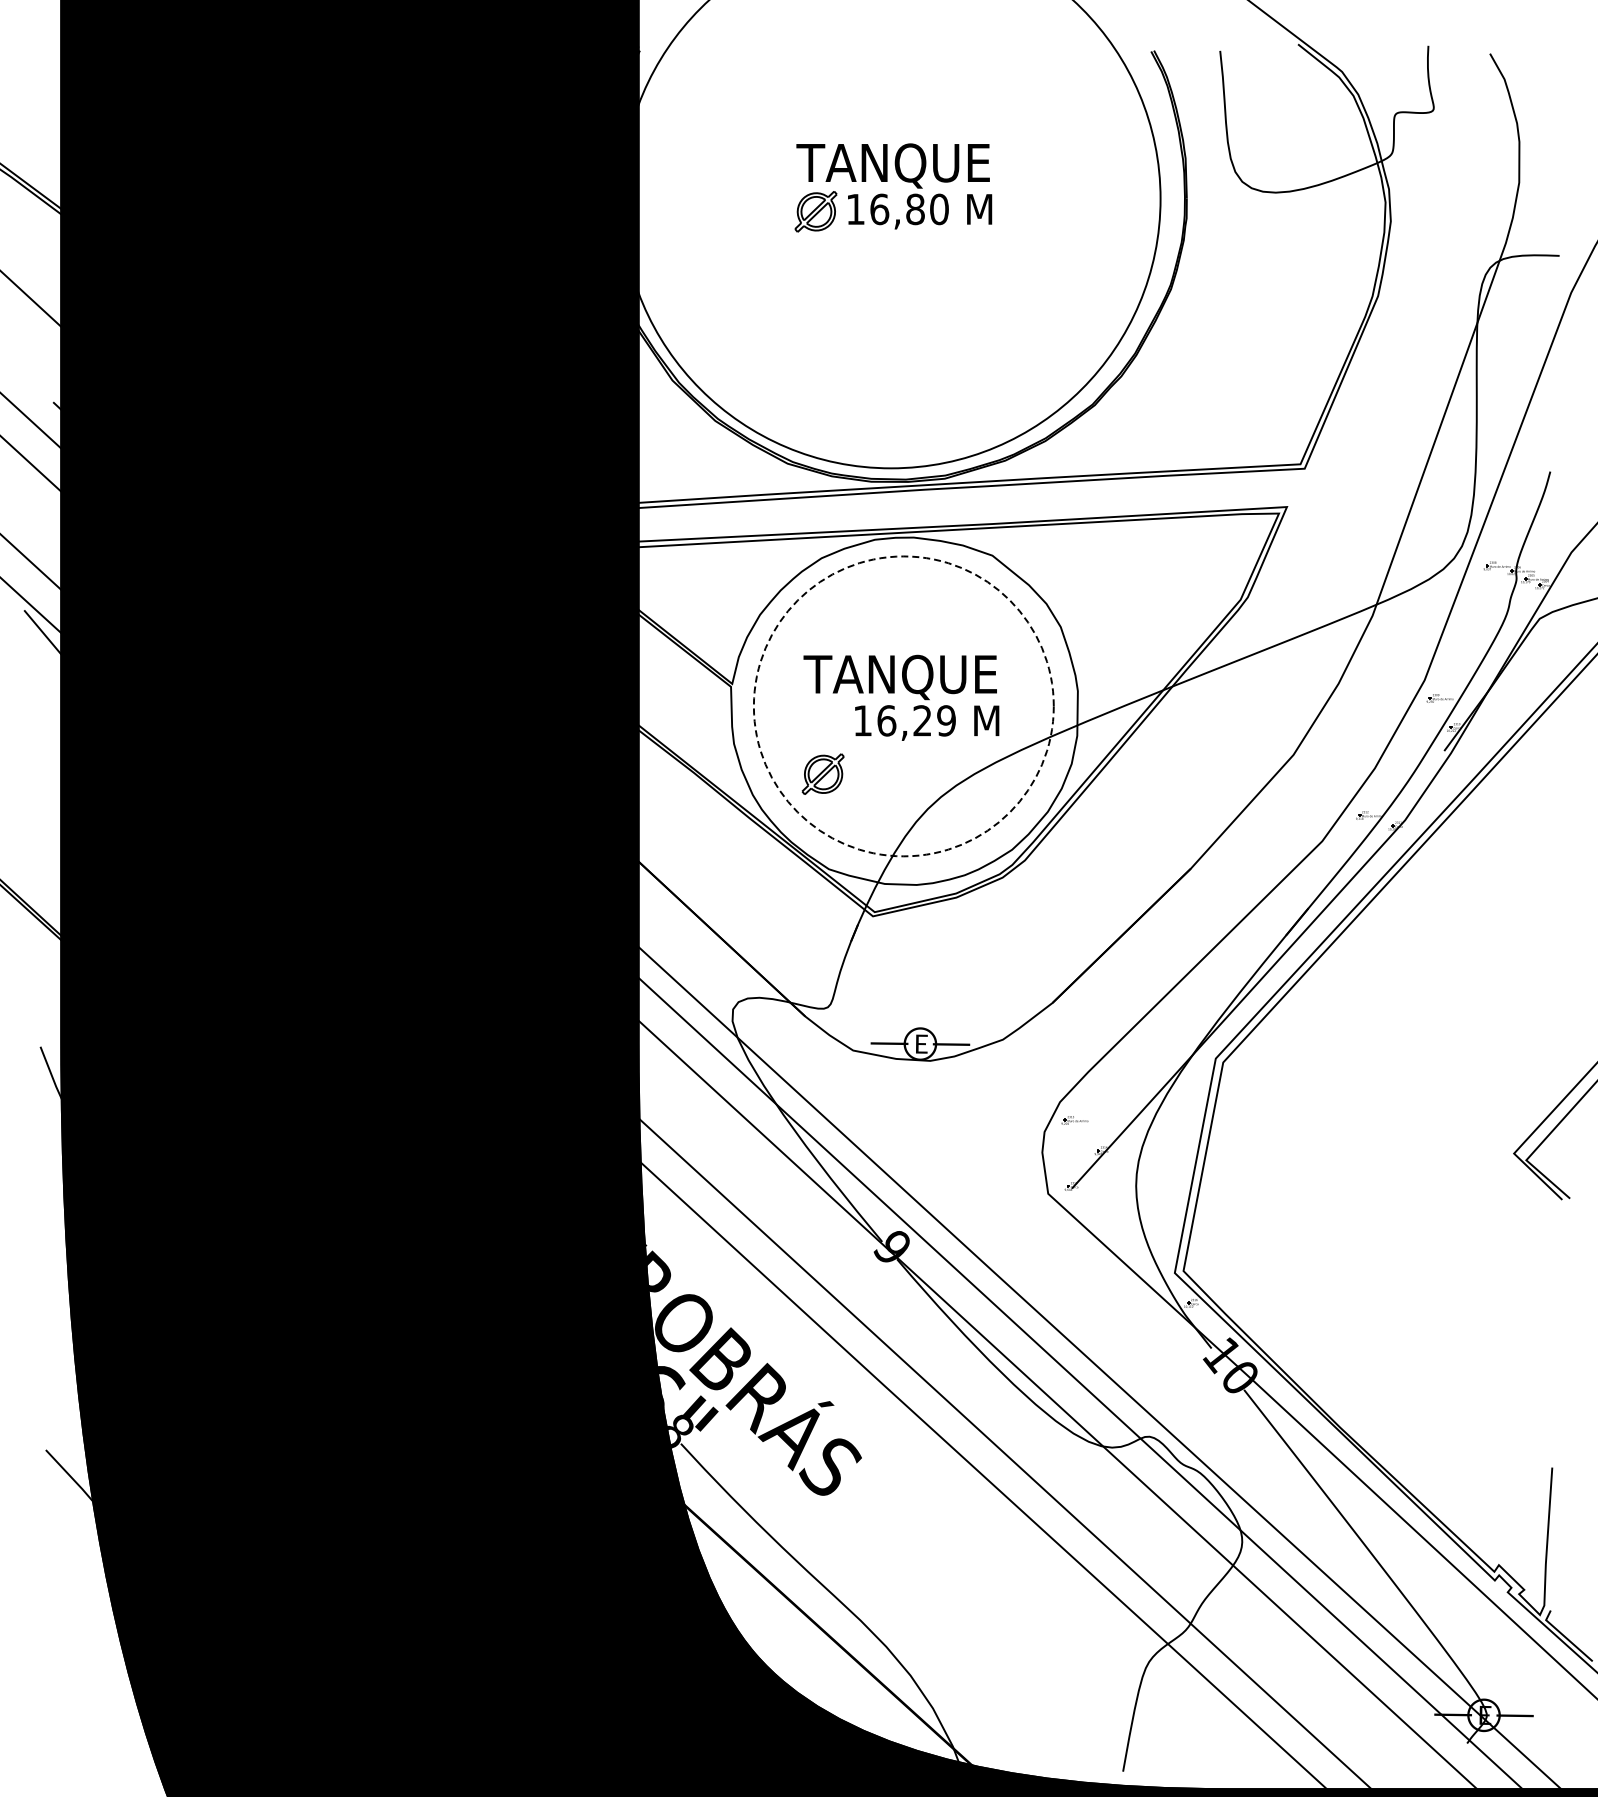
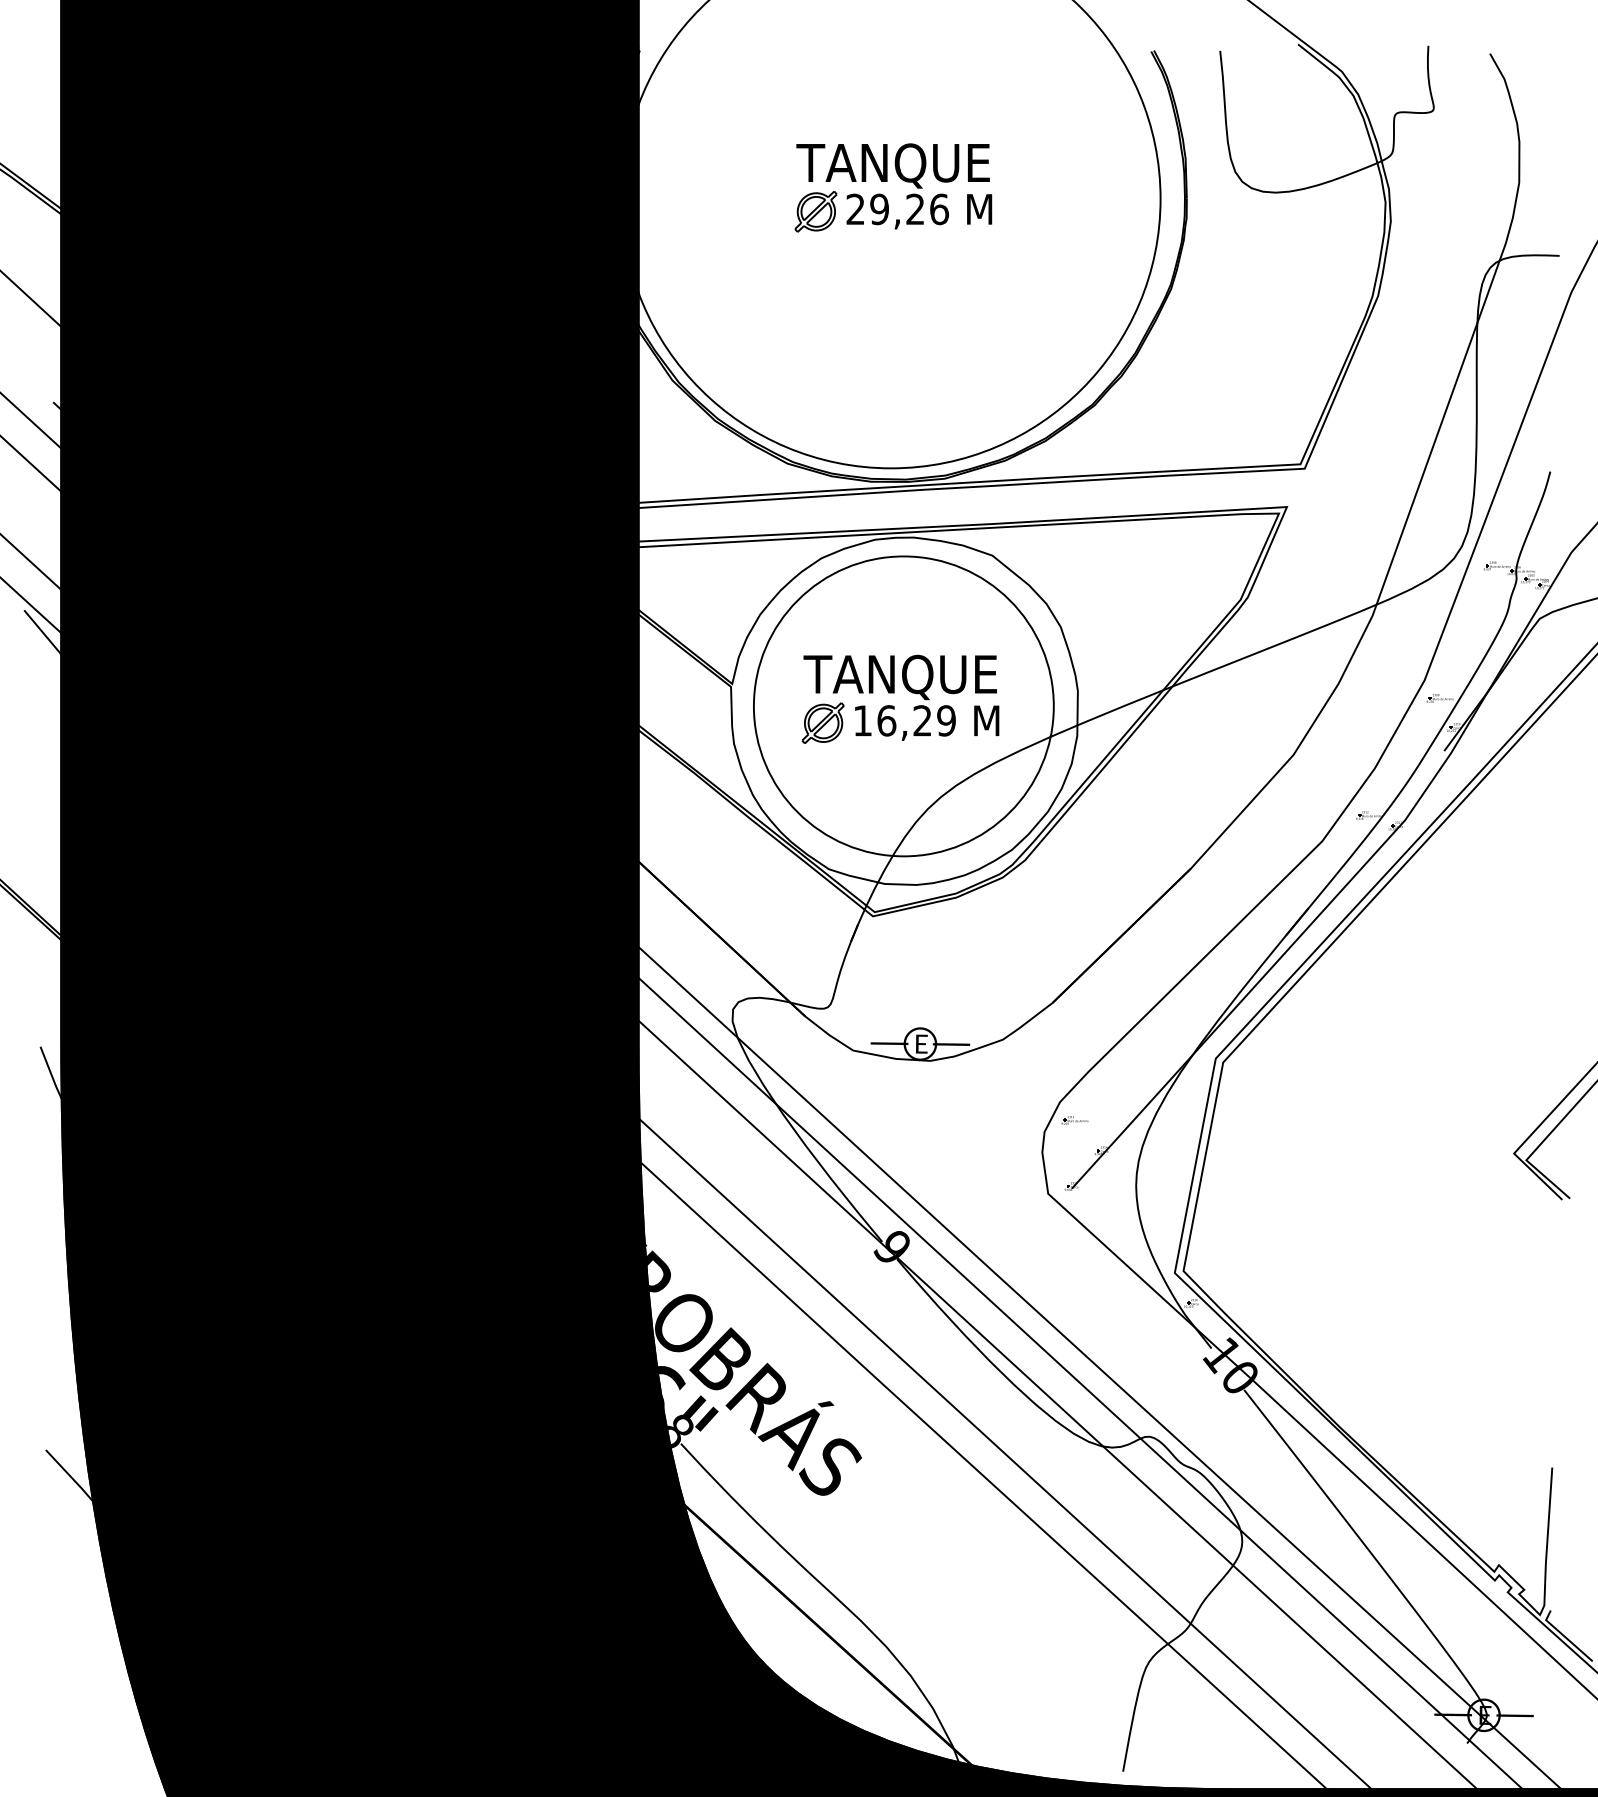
text at (897, 209): 16,80 -> 29,26
circle at (903, 706): dashed -> solid
part at (822, 773) position: (822, 773) -> (822, 722)
